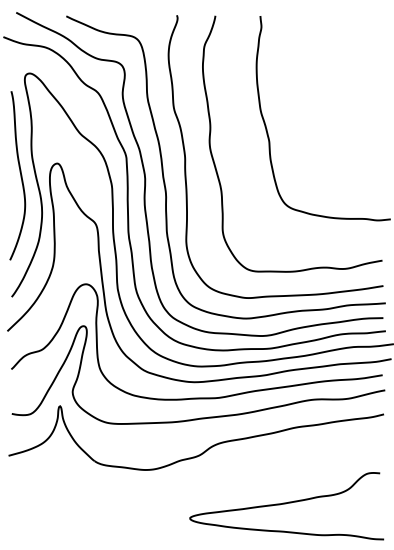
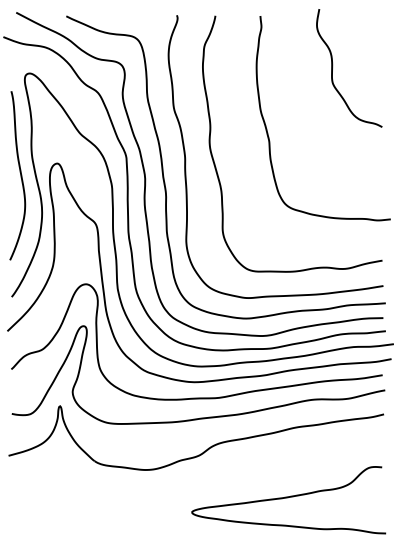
curve at (333, 66): none -> present
curve at (286, 504) position: (286, 504) -> (288, 498)
